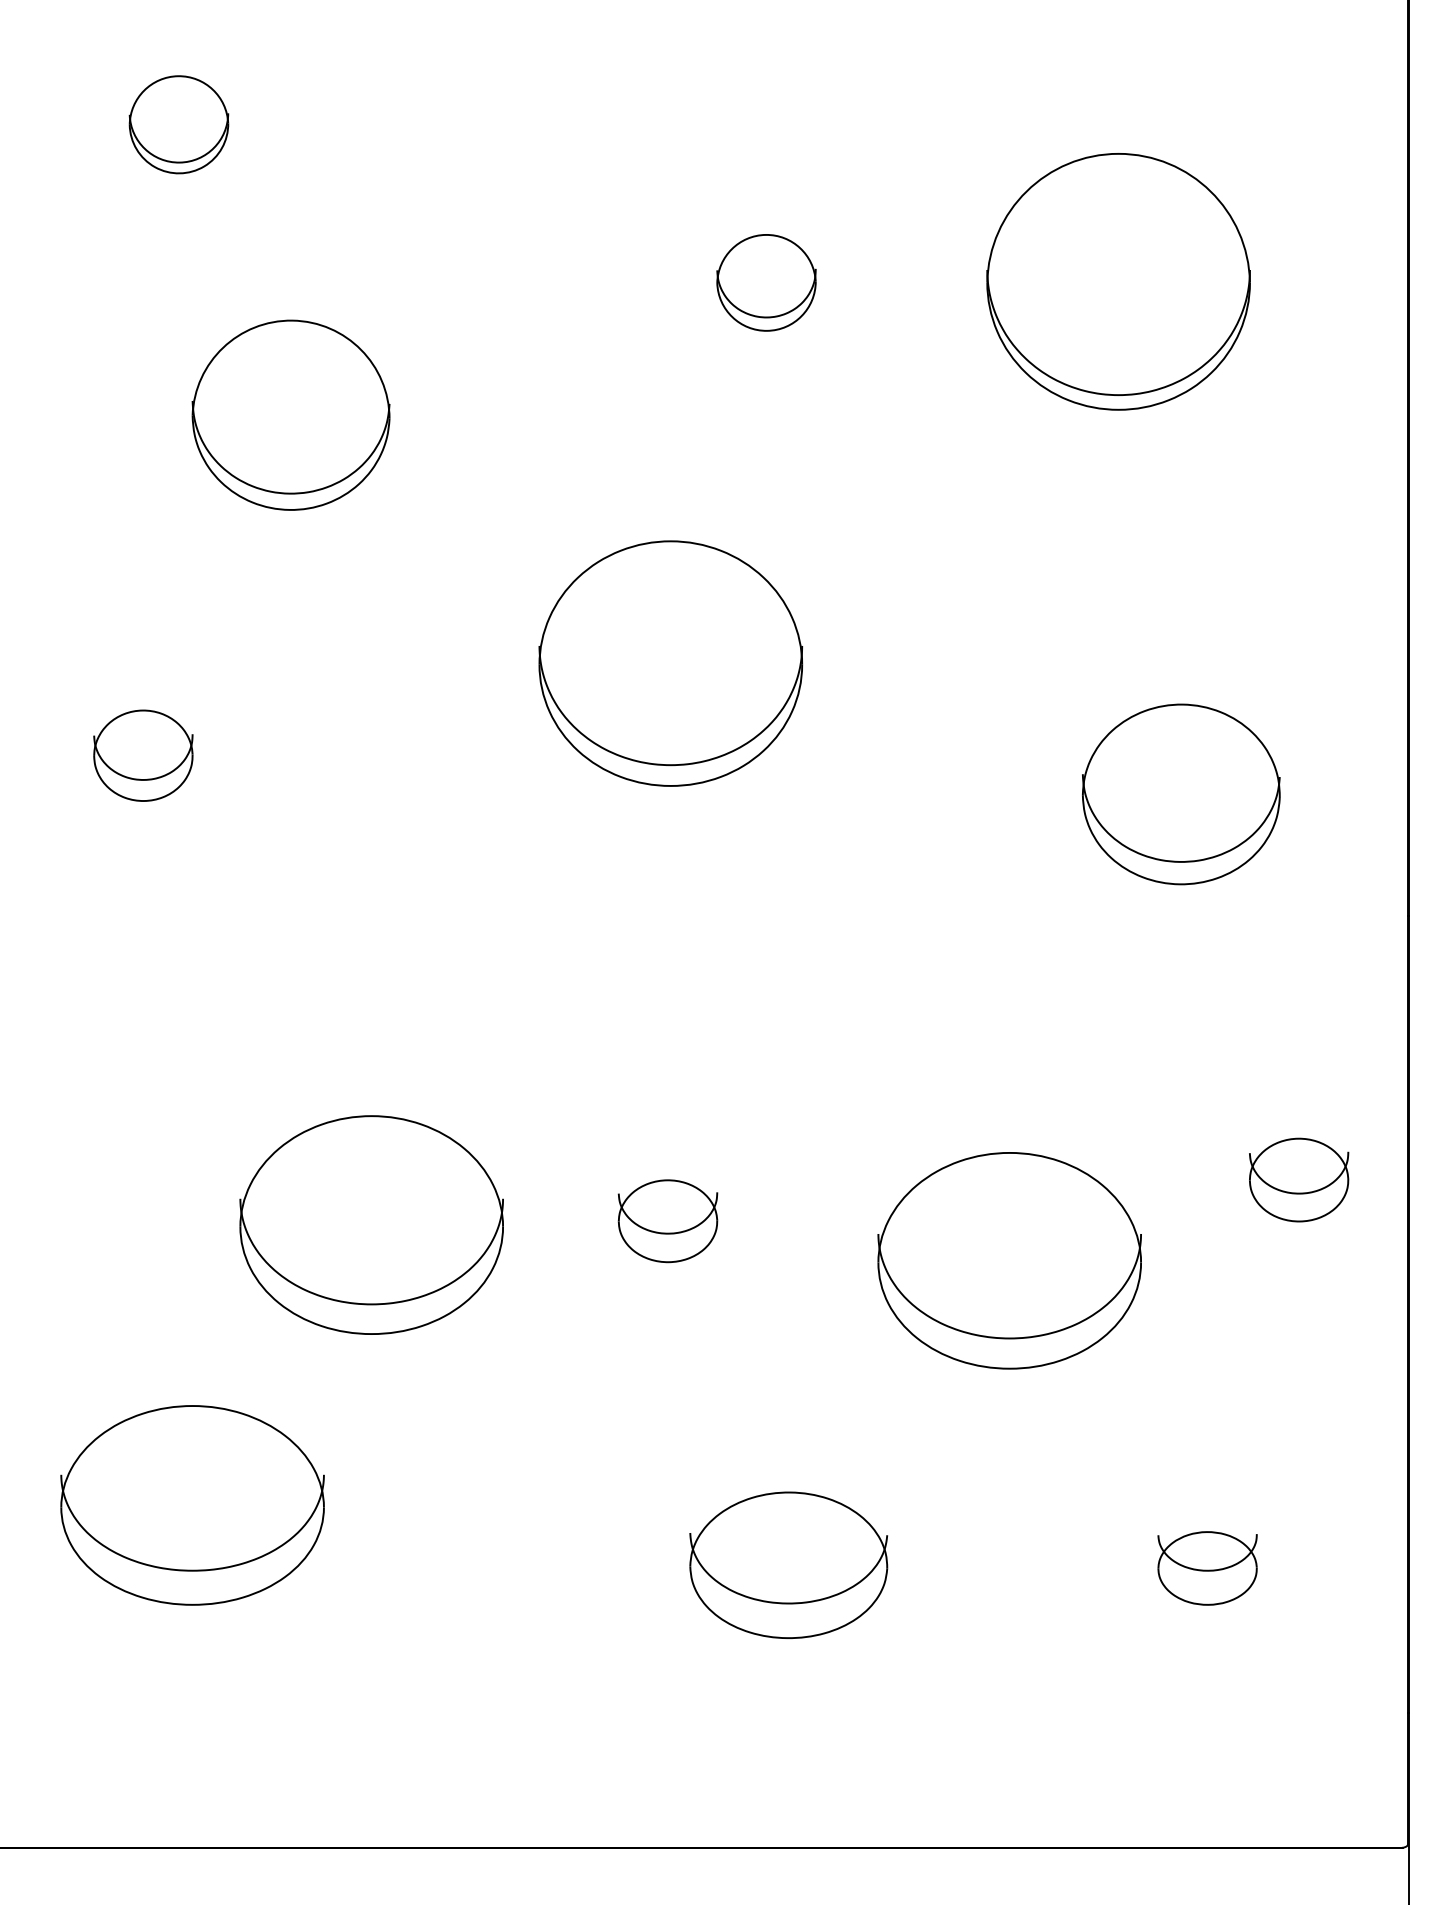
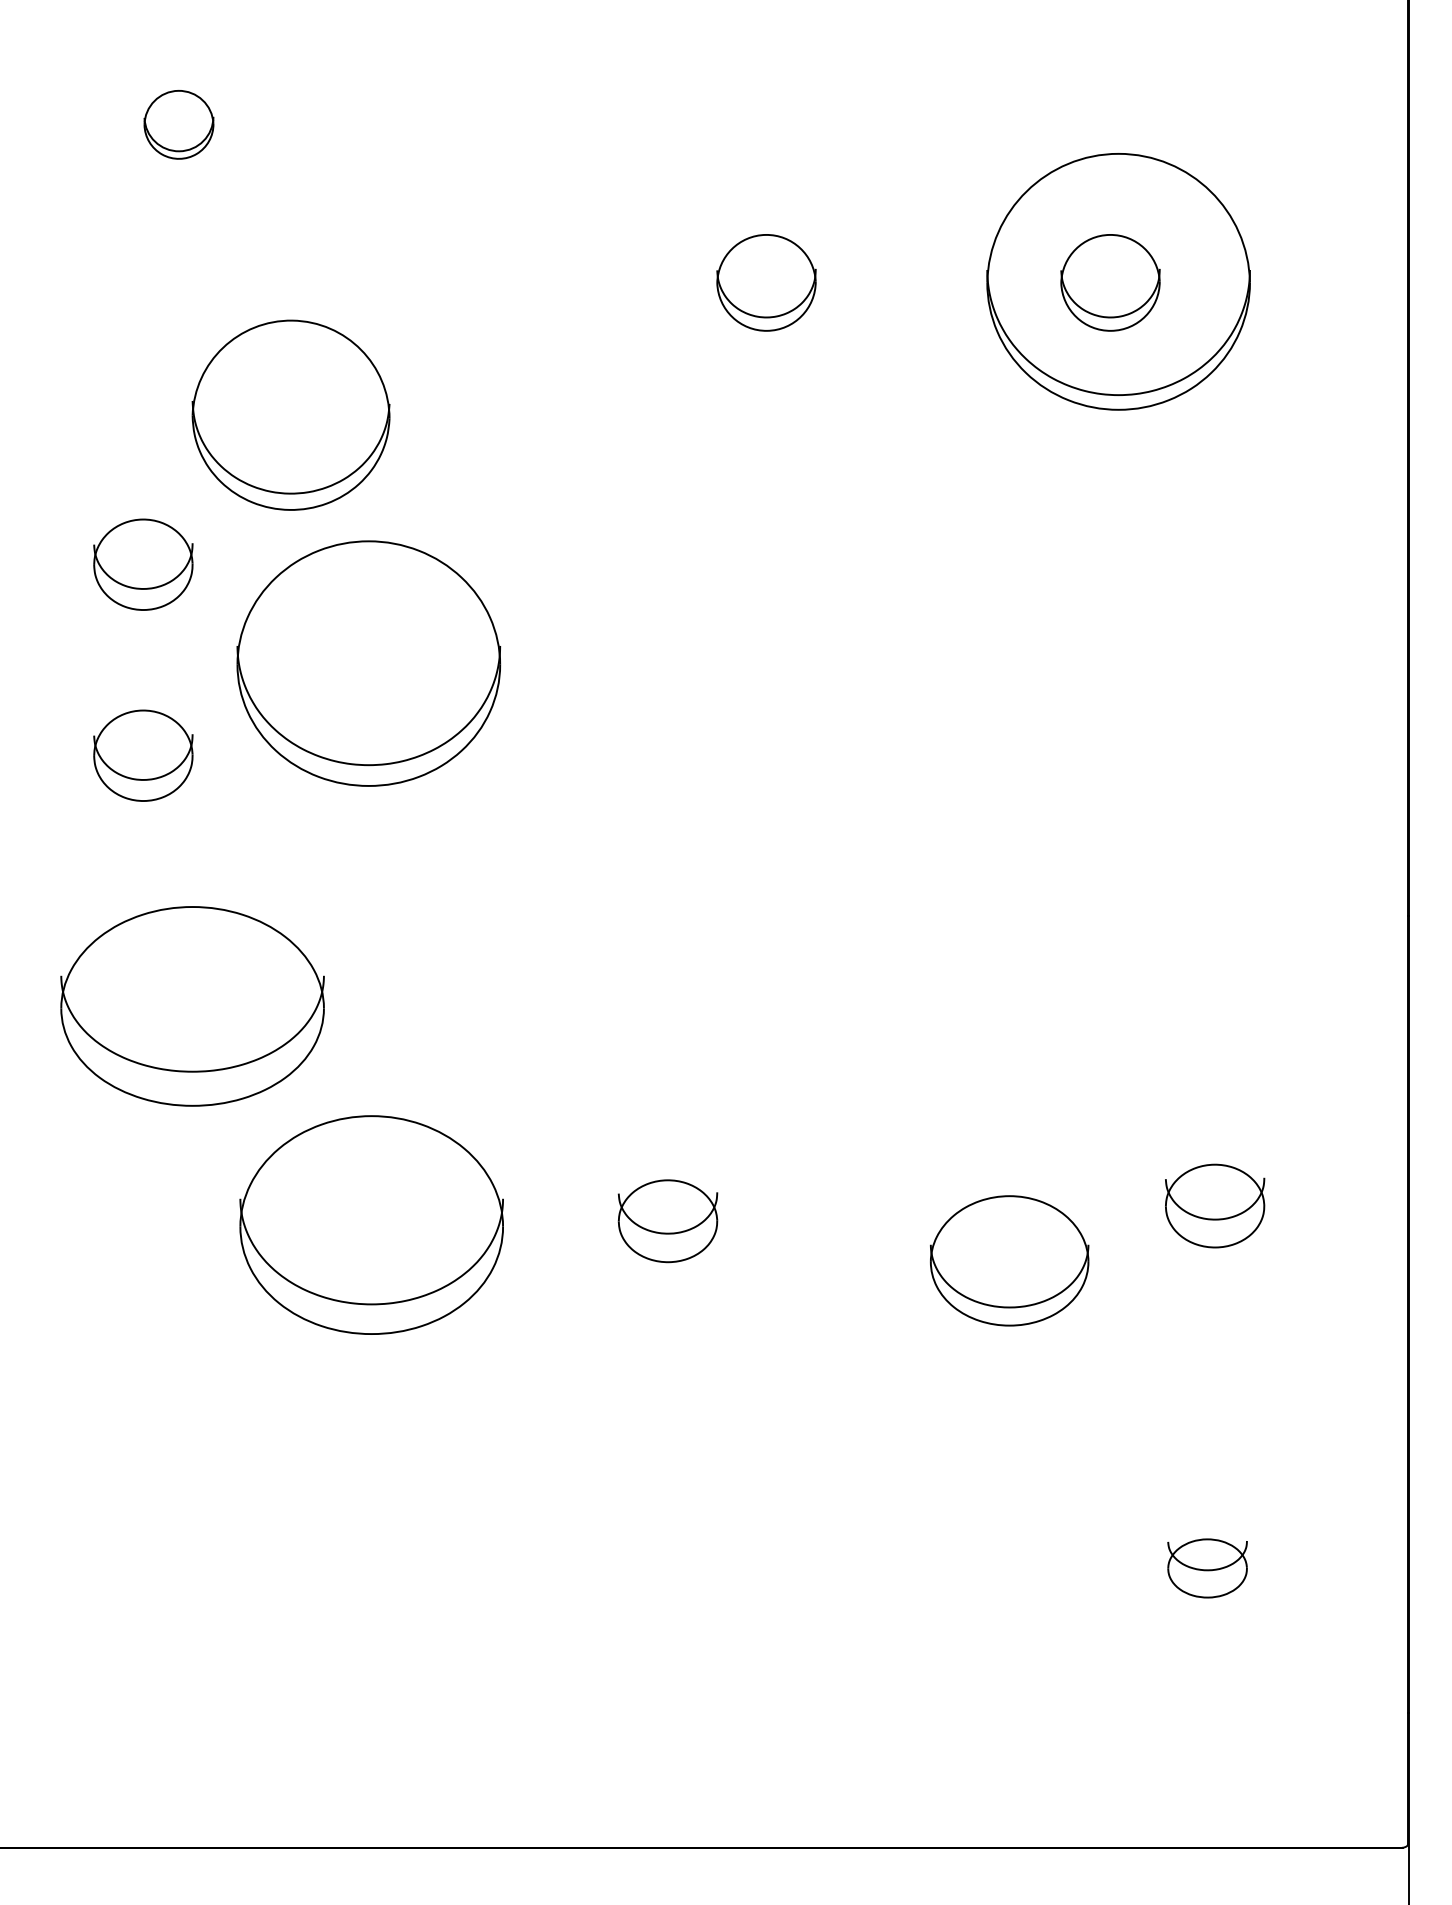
part at (178, 124) size: 102x100 px -> 72x70 px
part at (1110, 282): none -> present
part at (143, 564): none -> present
part at (670, 663) position: (670, 663) -> (368, 663)
part at (1181, 794): present -> none
part at (1299, 1179) position: (1299, 1179) -> (1215, 1205)
part at (1009, 1260) size: 265x218 px -> 160x132 px
part at (192, 1505) position: (192, 1505) -> (192, 1006)
part at (788, 1564): present -> none
part at (1207, 1568) size: 101x75 px -> 81x61 px
